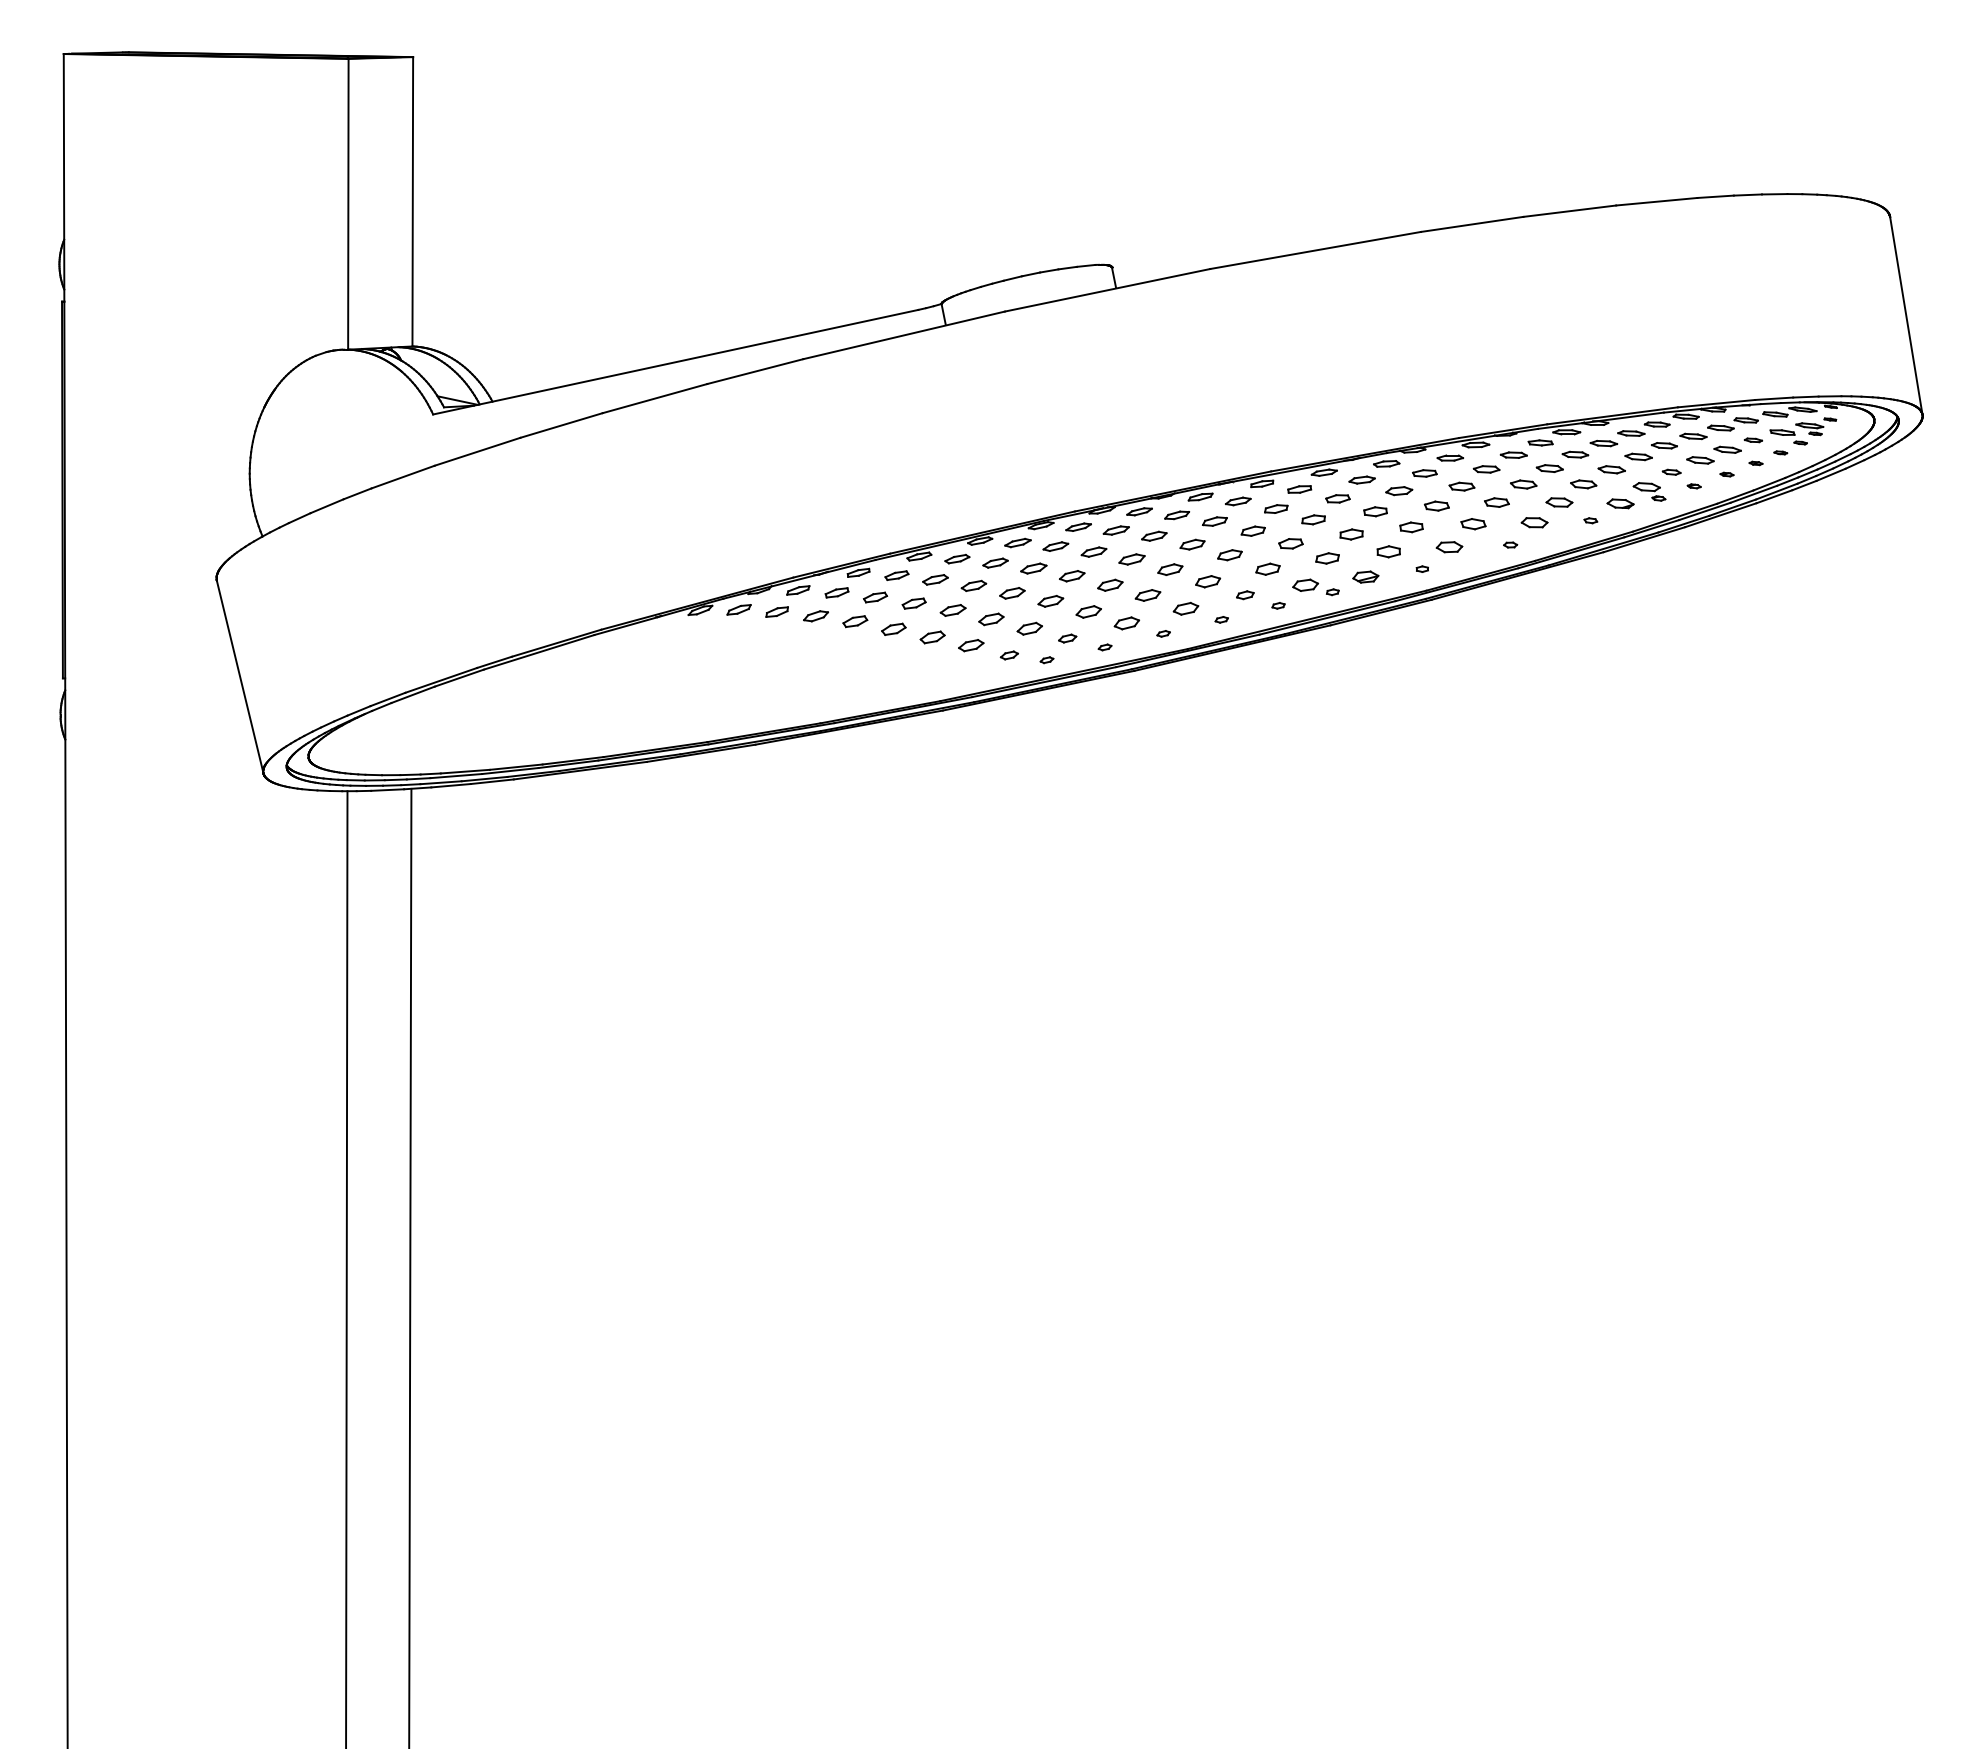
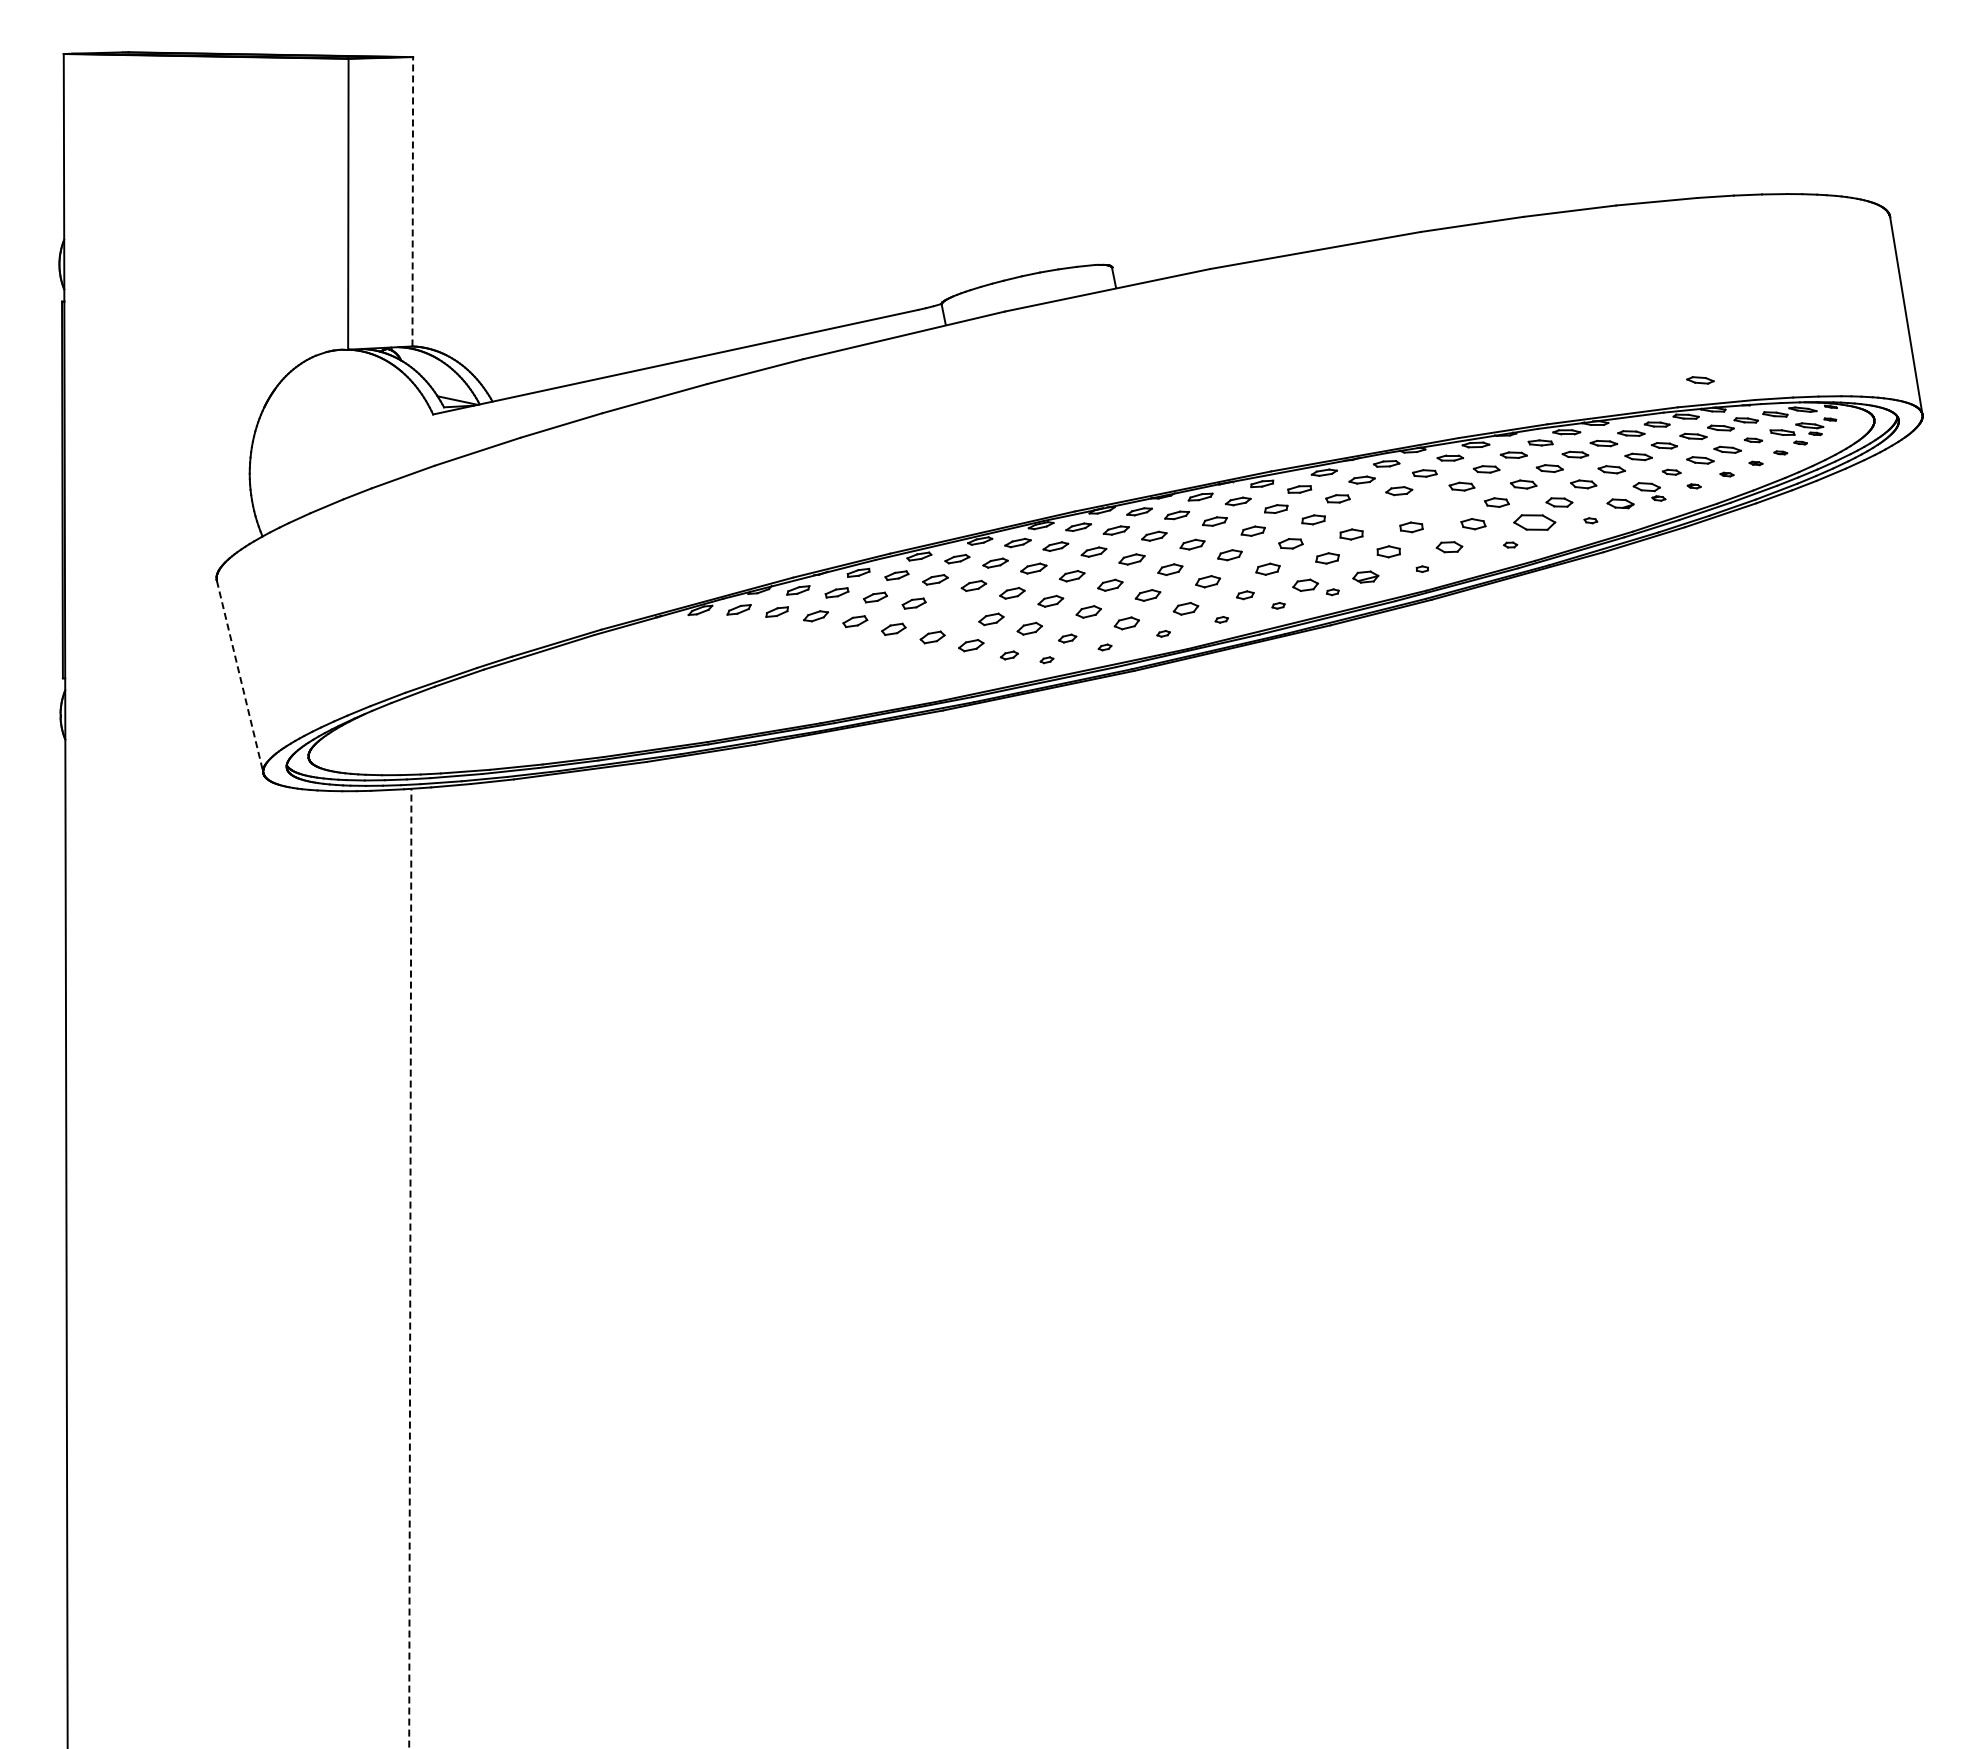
line at (412, 201): solid -> dashed
part at (1700, 380): none -> present
part at (1436, 505): present -> none
part at (1375, 511): present -> none
part at (1534, 522) size: 29x12 px -> 44x17 px
part at (952, 610): present -> none
line at (240, 677): solid -> dashed
line at (346, 1268): present -> none
line at (410, 1268): solid -> dashed
